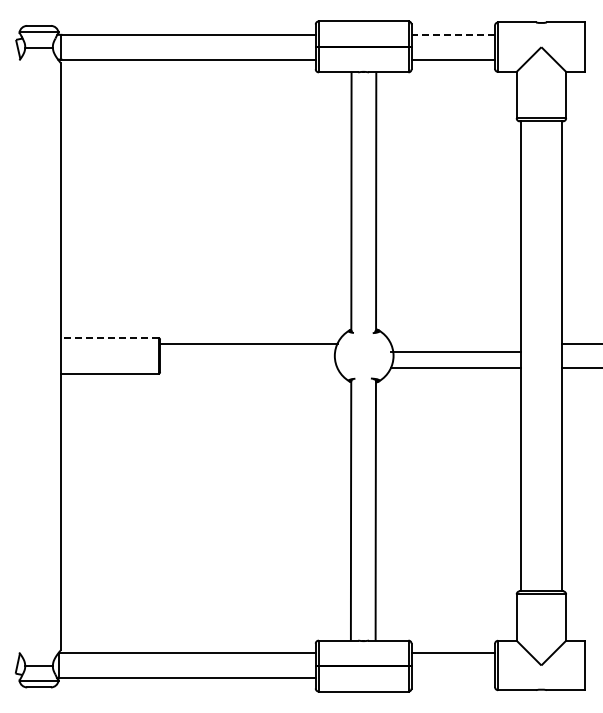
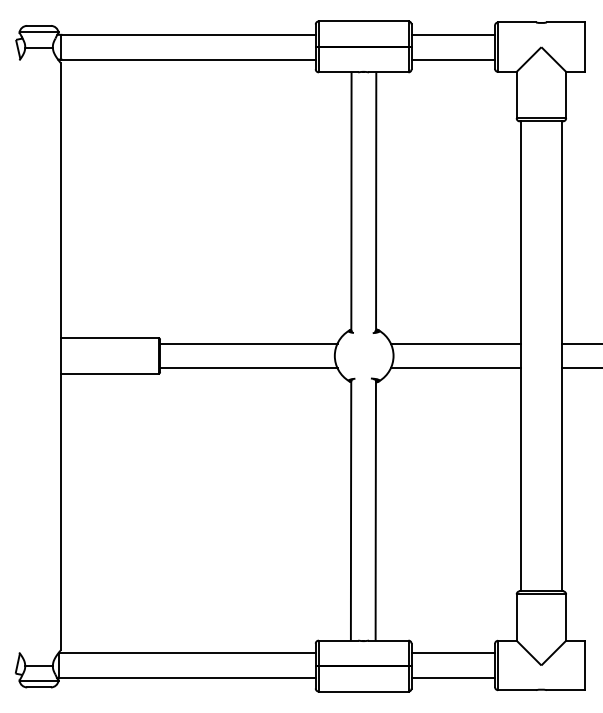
line at (453, 34): dashed -> solid
line at (109, 338): dashed -> solid
line at (455, 351) position: (455, 351) -> (455, 343)
line at (248, 368): none -> present
line at (453, 678): none -> present
